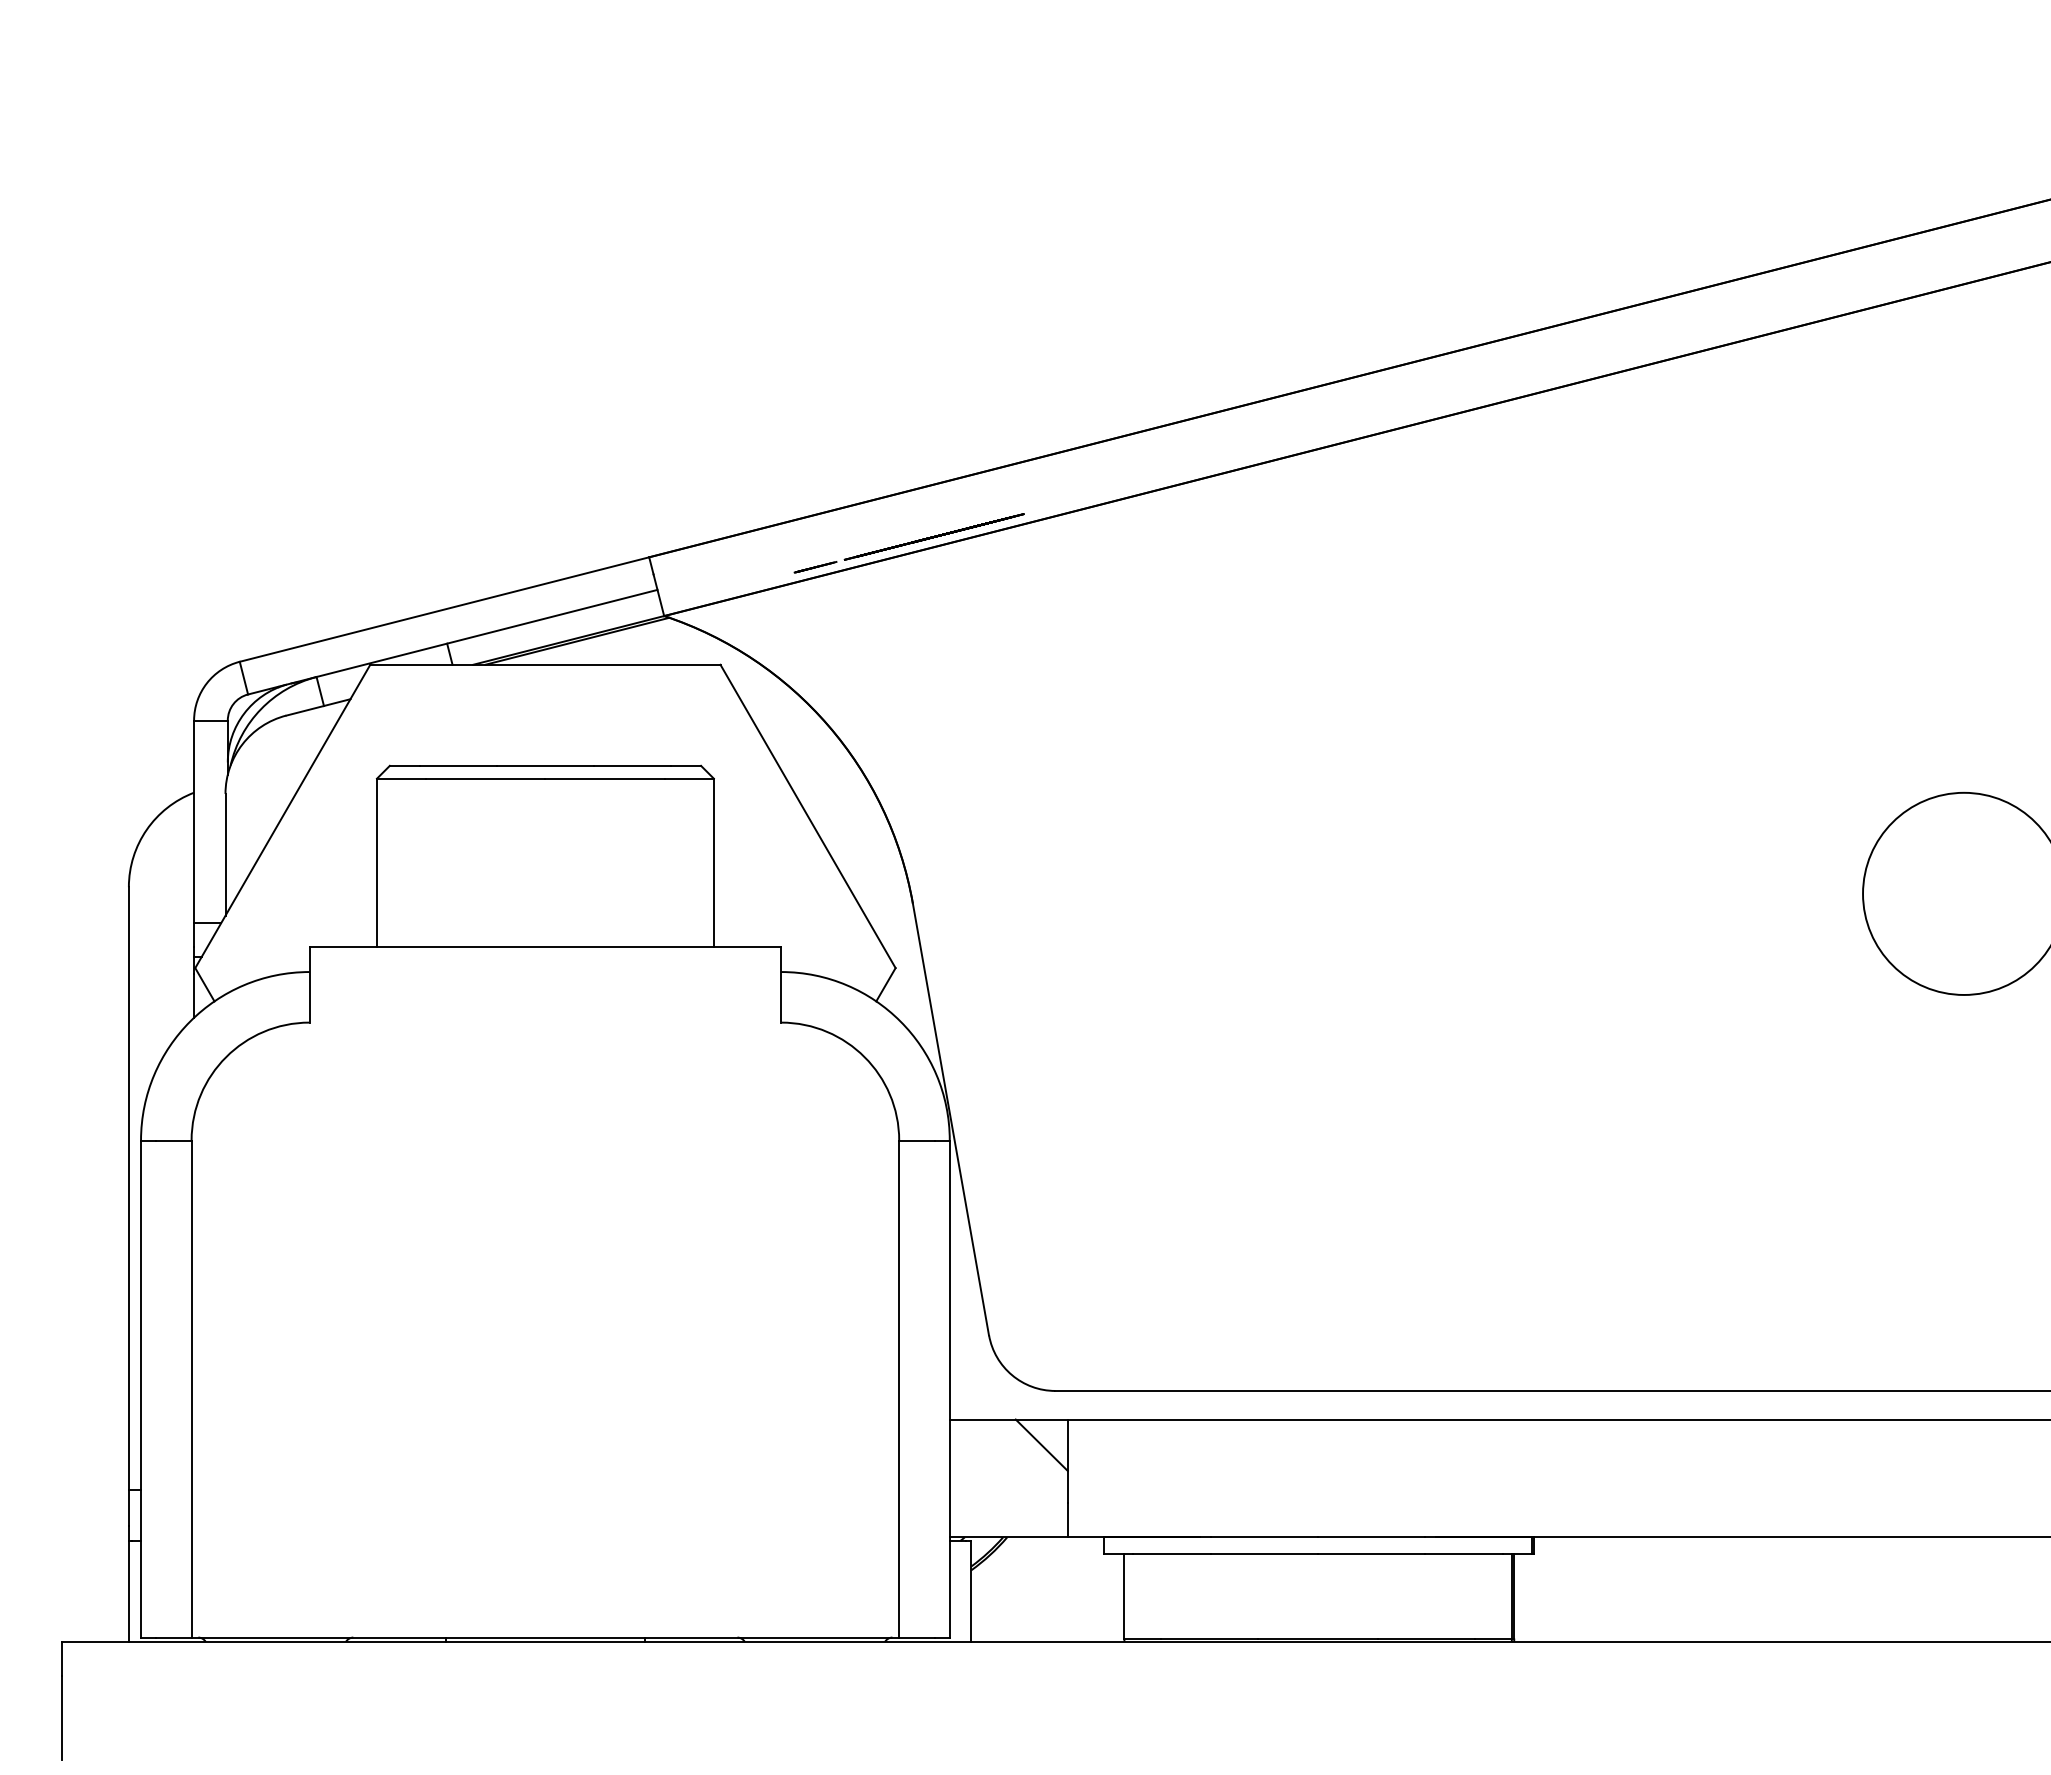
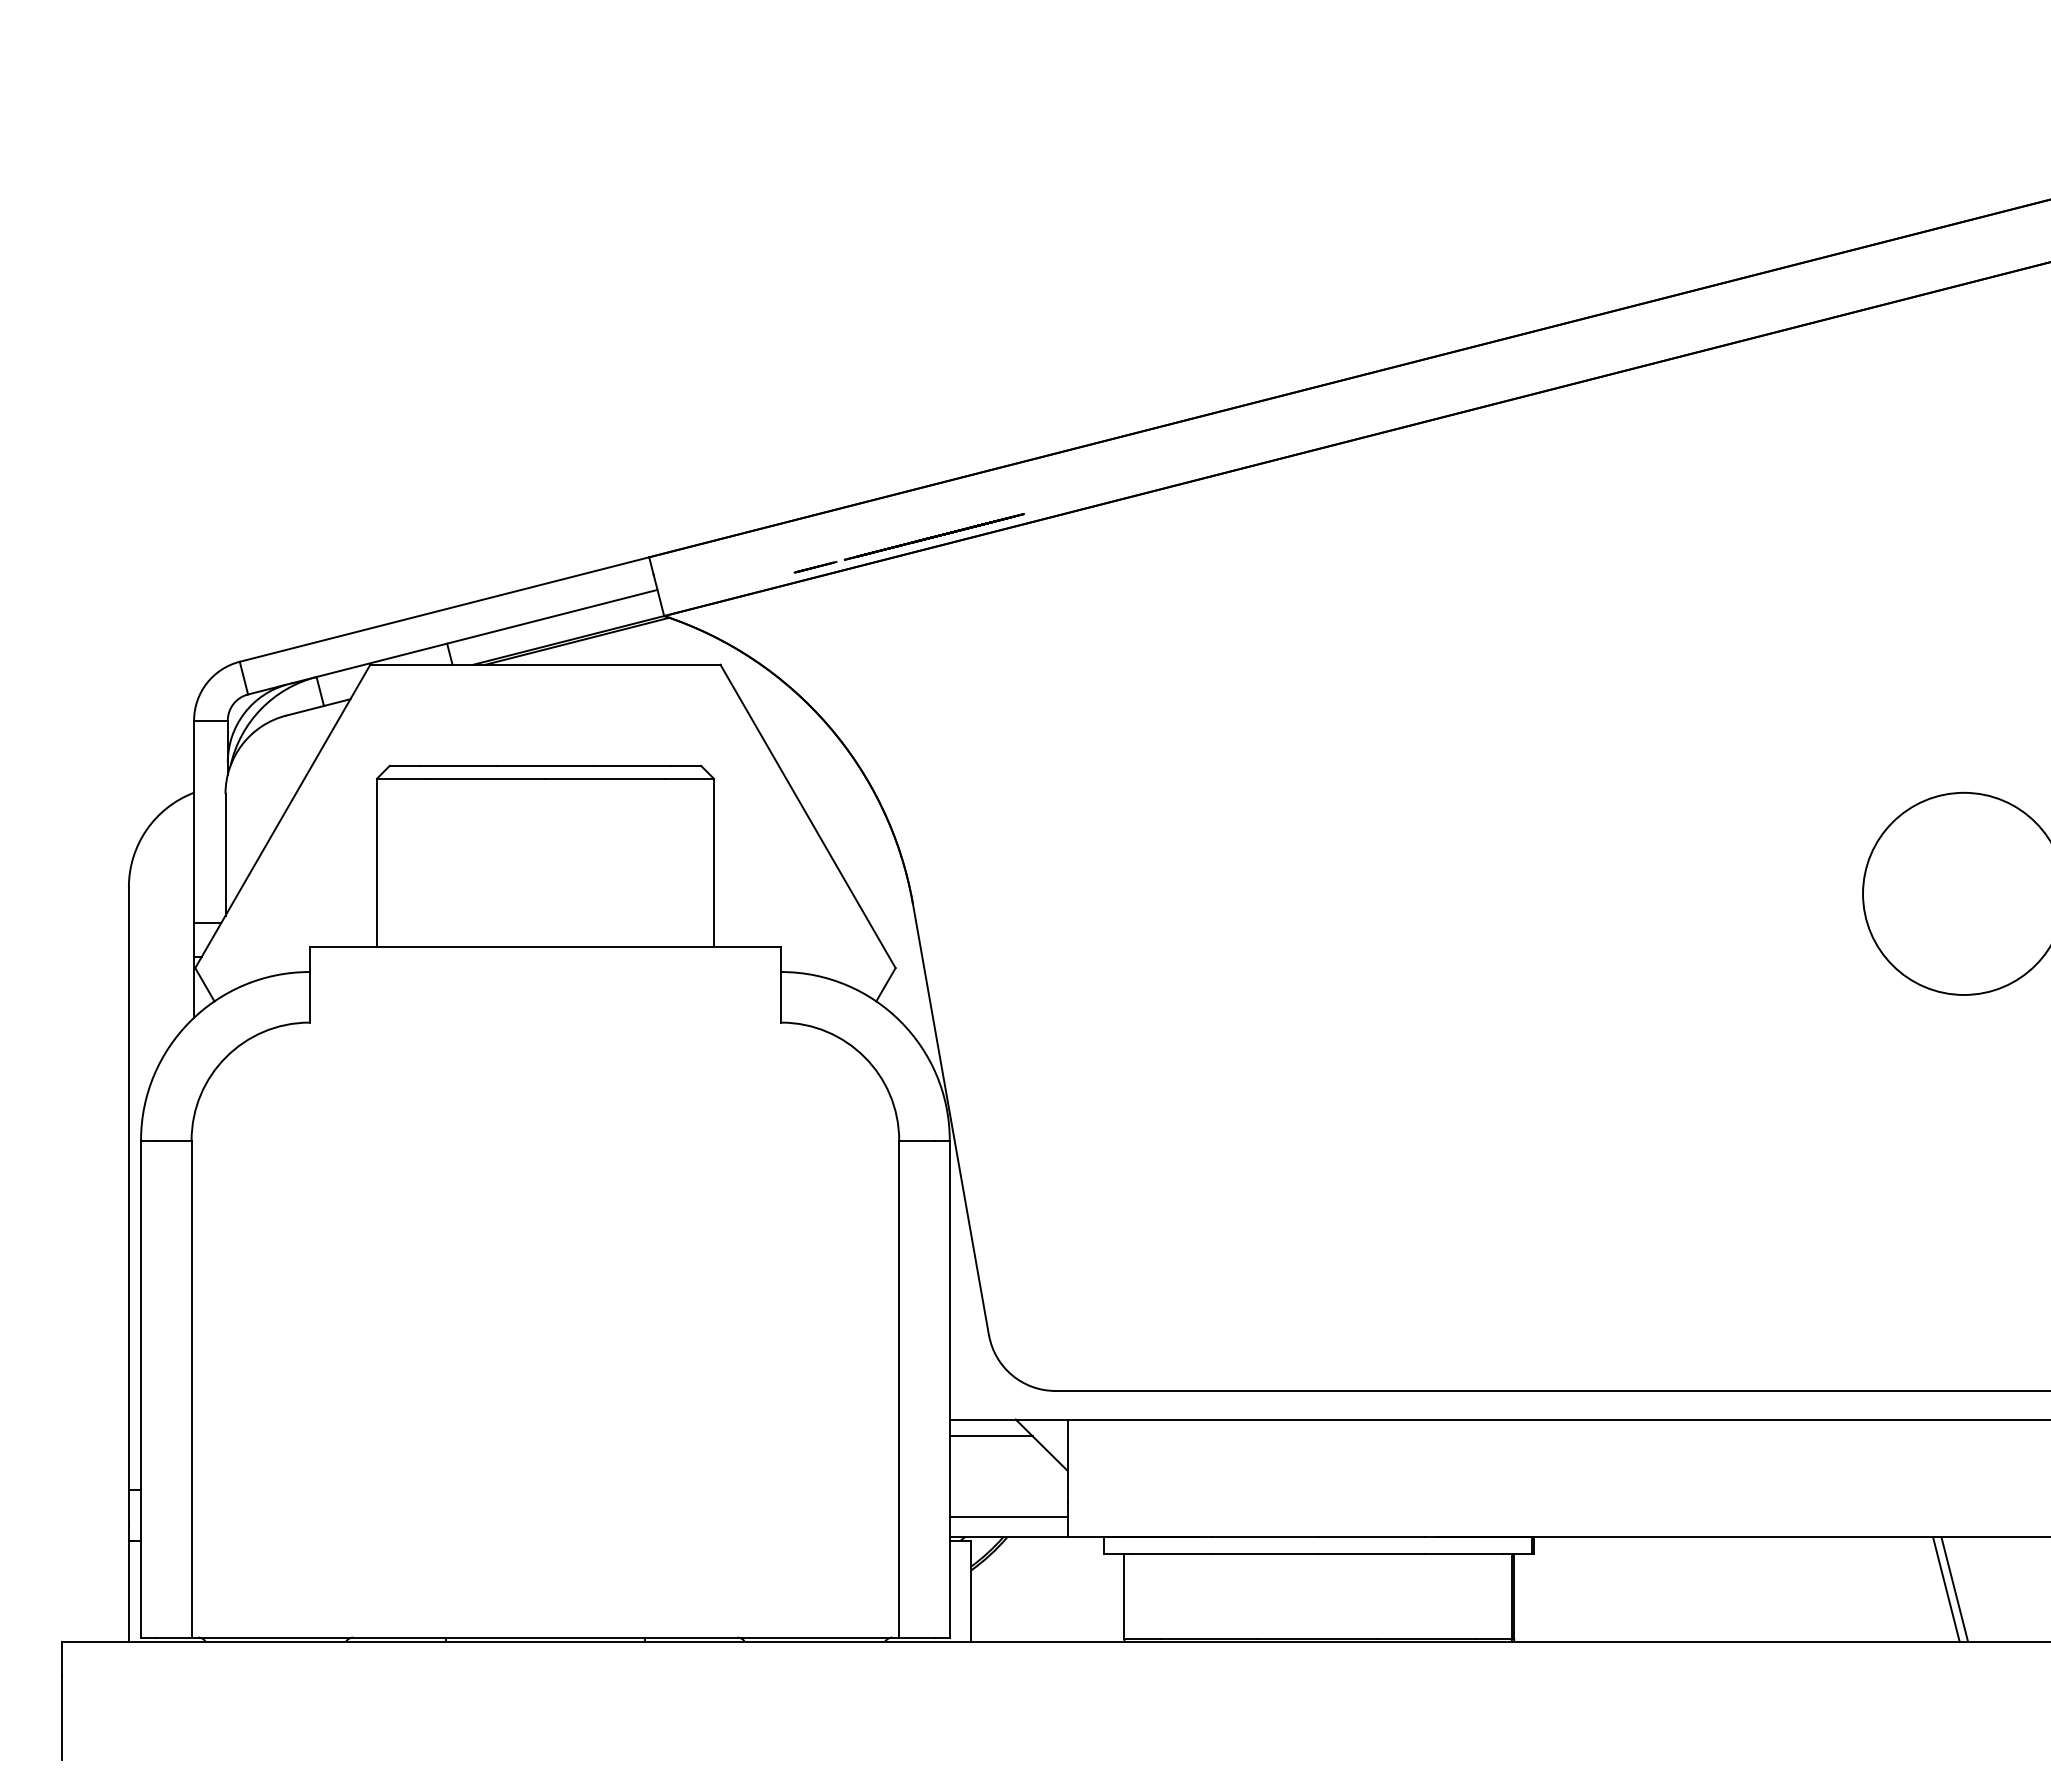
line at (991, 1436): none -> present
line at (1008, 1517): none -> present
line at (1946, 1589): none -> present
line at (1954, 1589): none -> present
